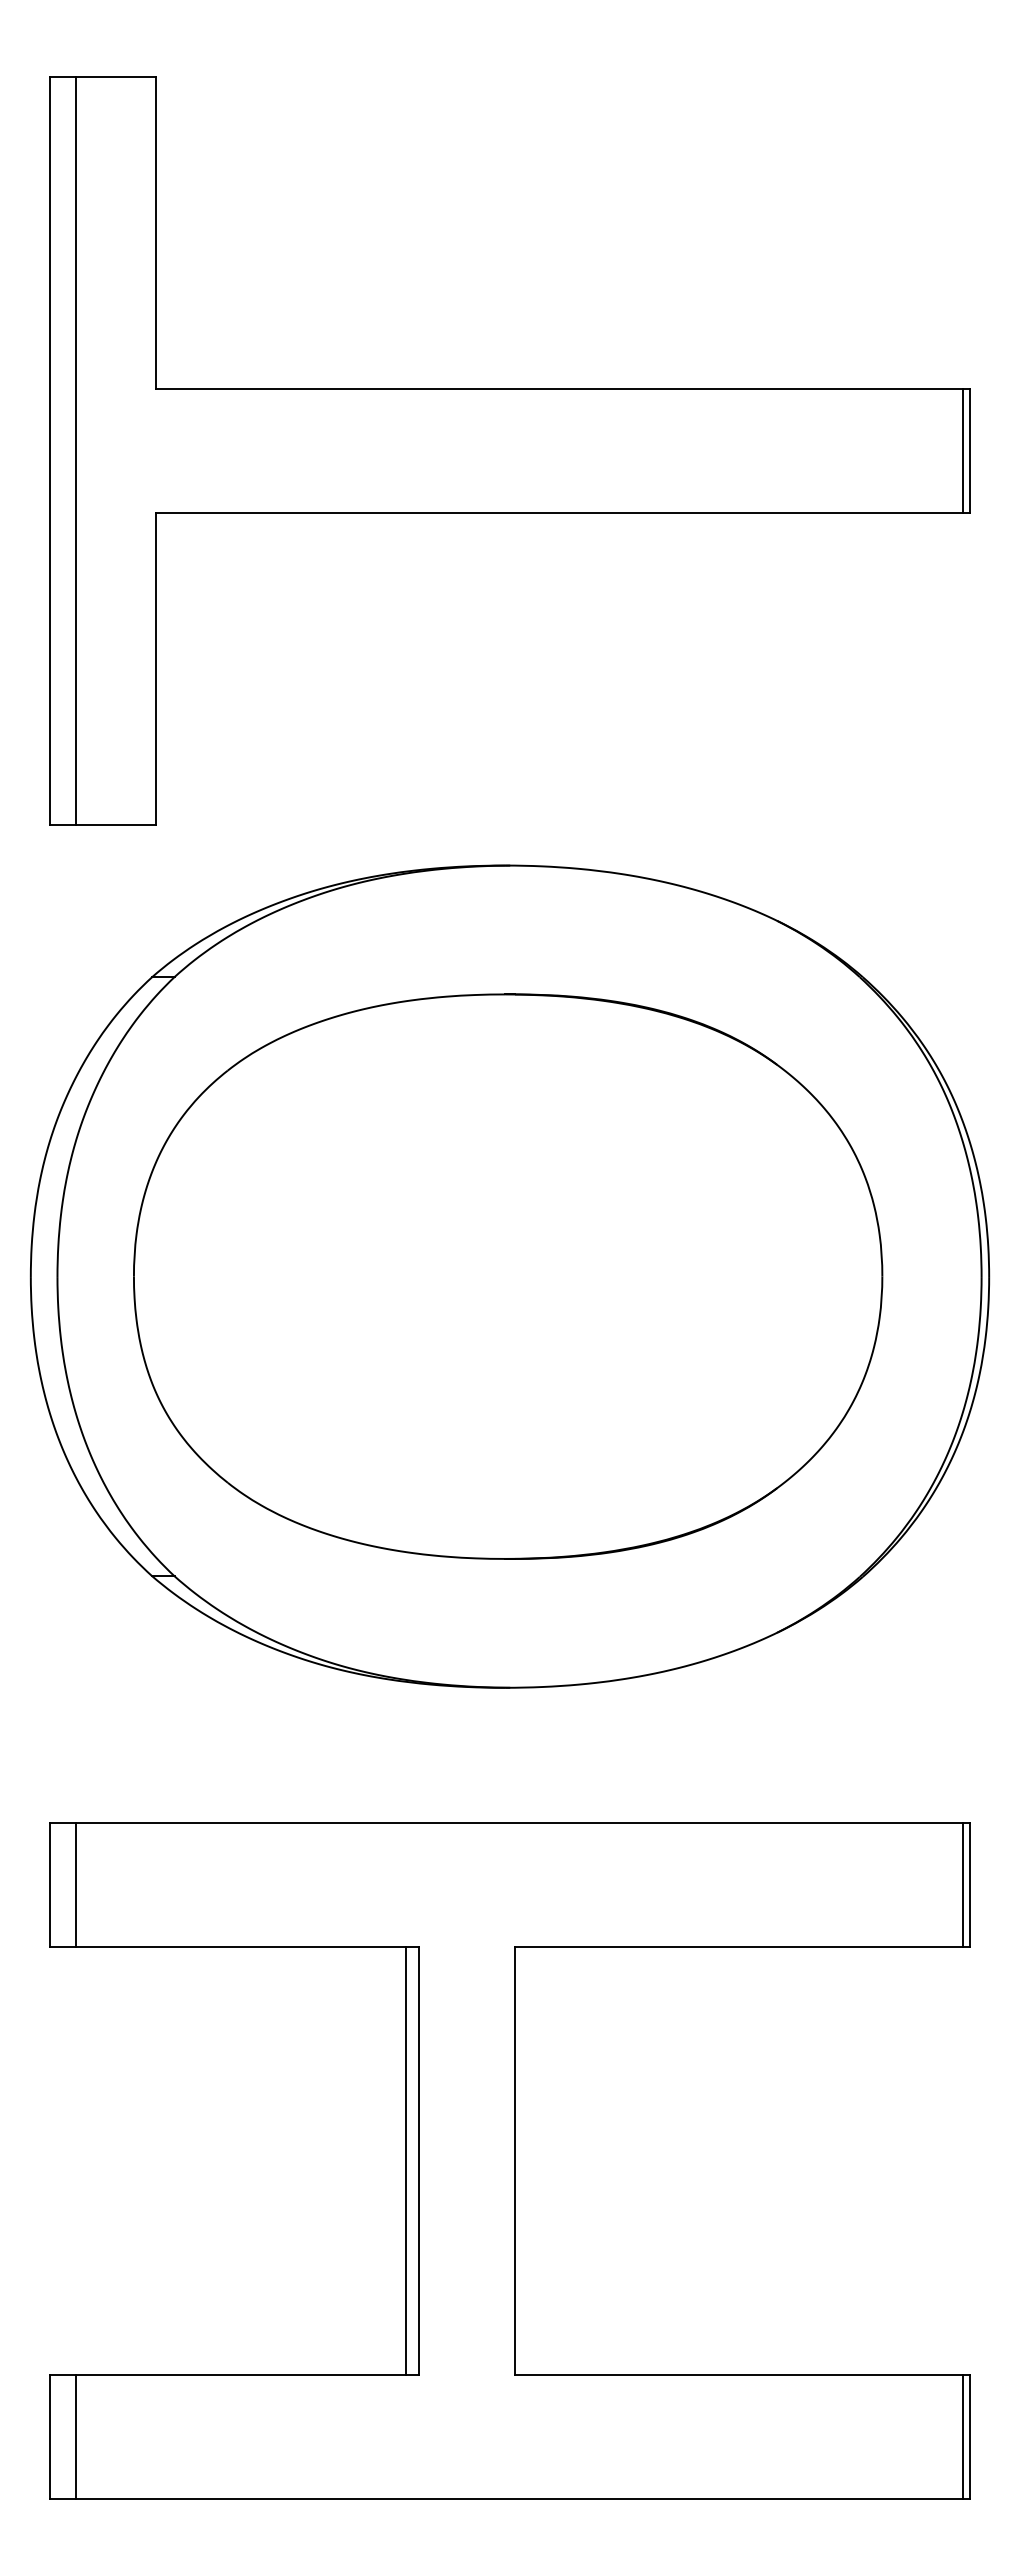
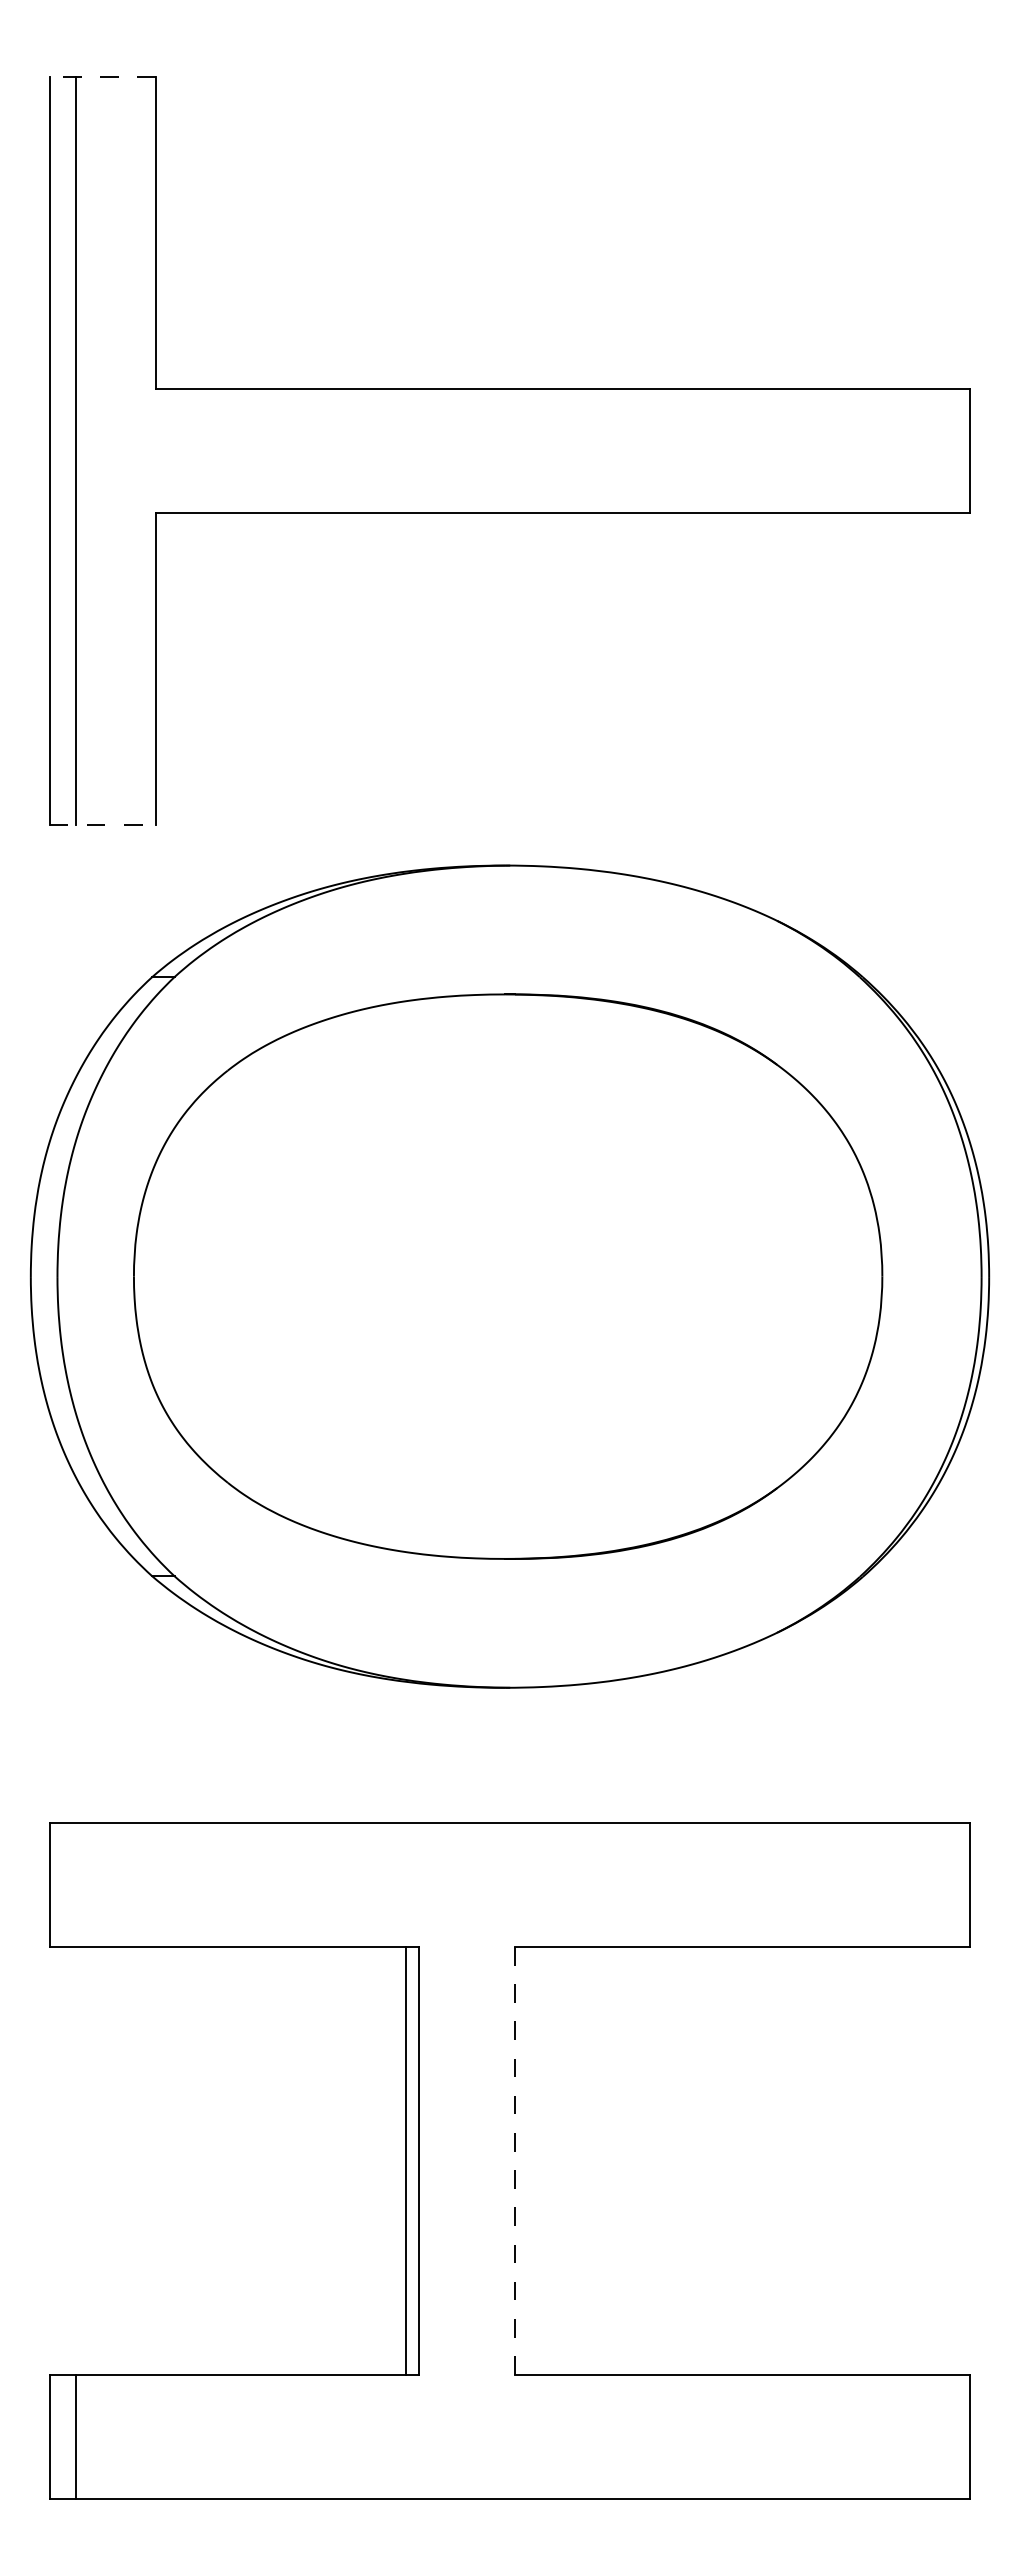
line at (102, 77): solid -> dashed
line at (962, 450): present -> none
line at (103, 824): solid -> dashed
line at (75, 1885): present -> none
line at (962, 1885): present -> none
line at (515, 2161): solid -> dashed
line at (962, 2436): present -> none
